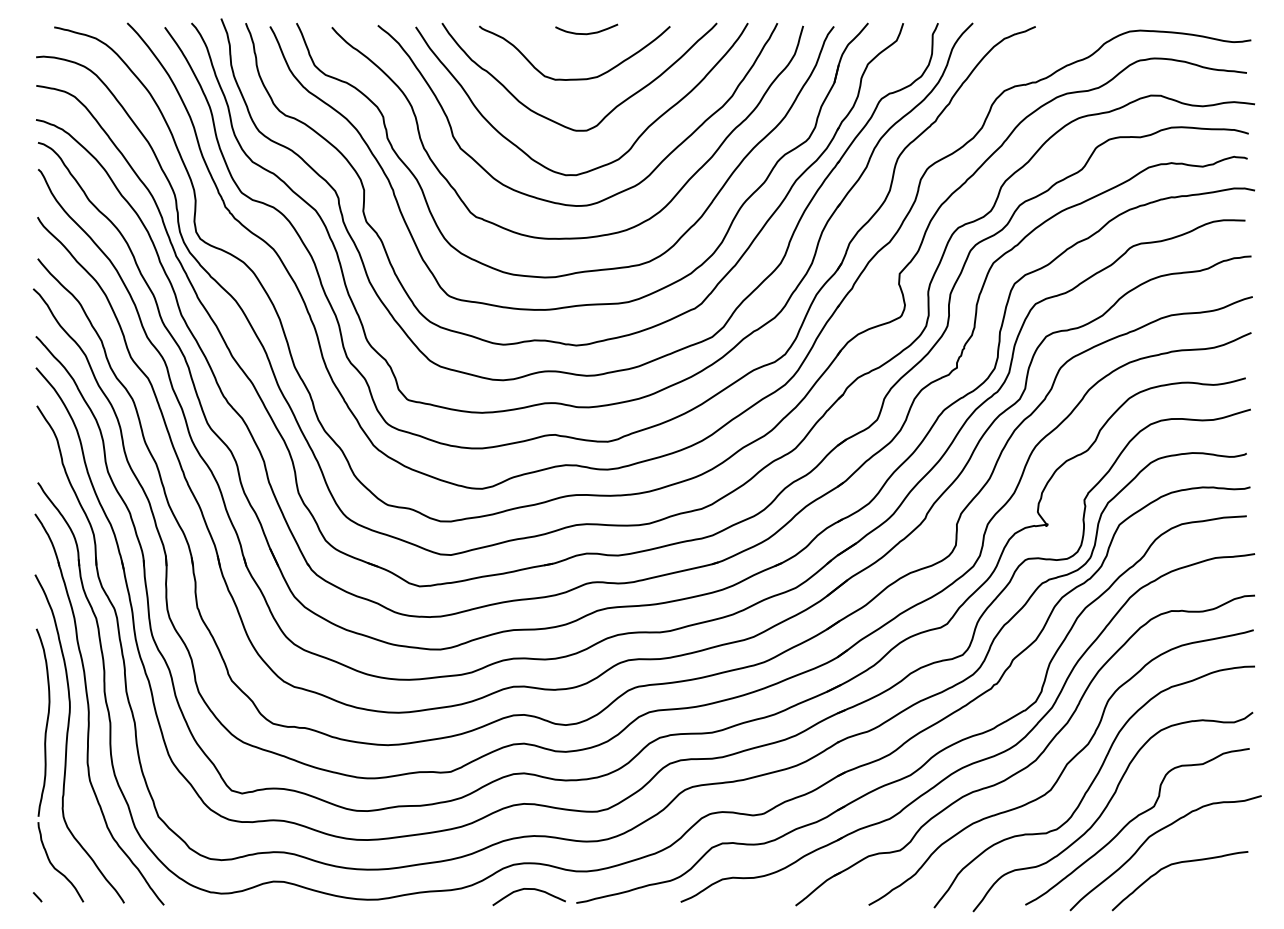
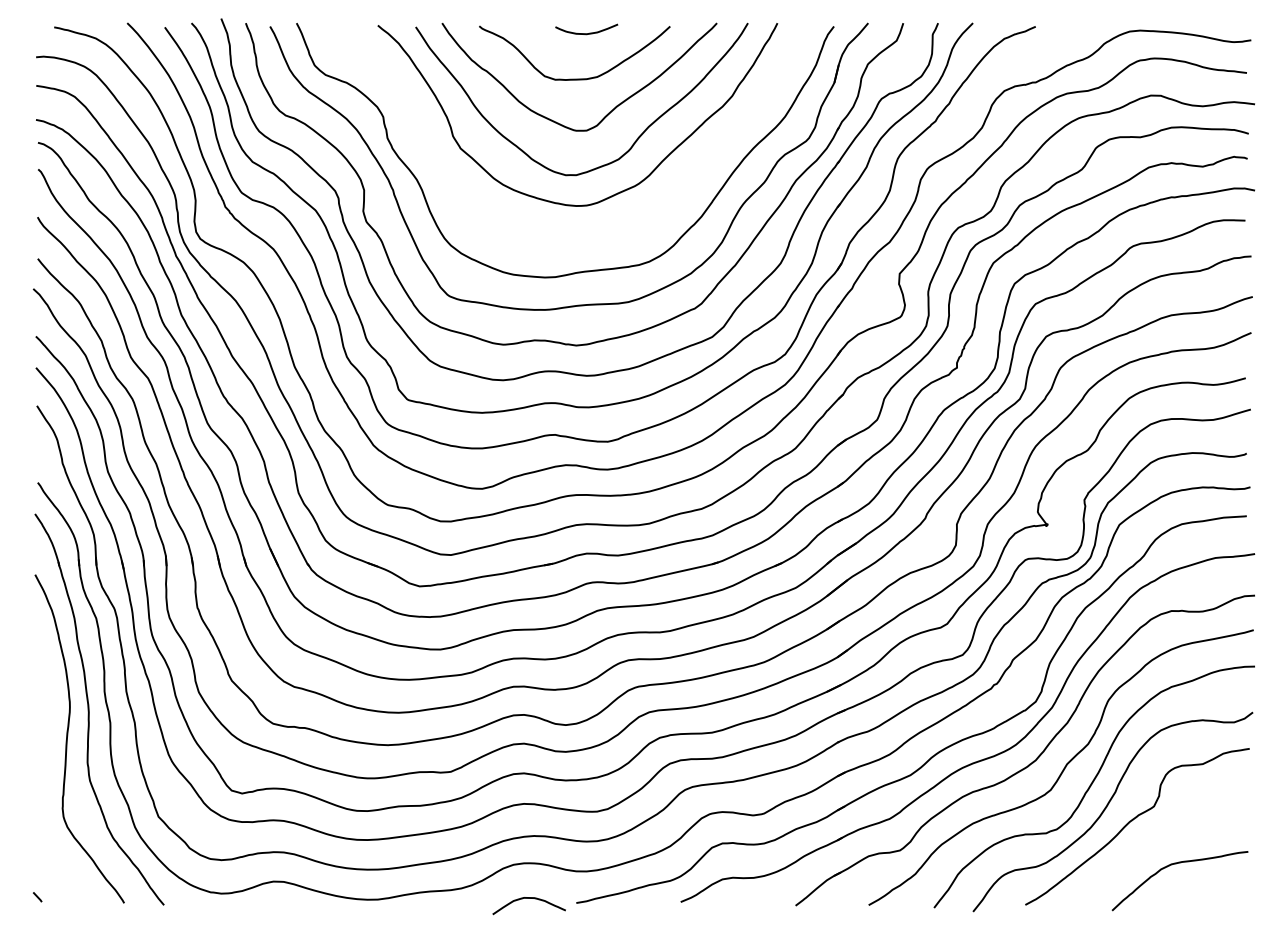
curve at (567, 237): present -> none
part at (46, 765): present -> none
curve at (1153, 835): present -> none
curve at (528, 889) position: (528, 889) -> (528, 898)
